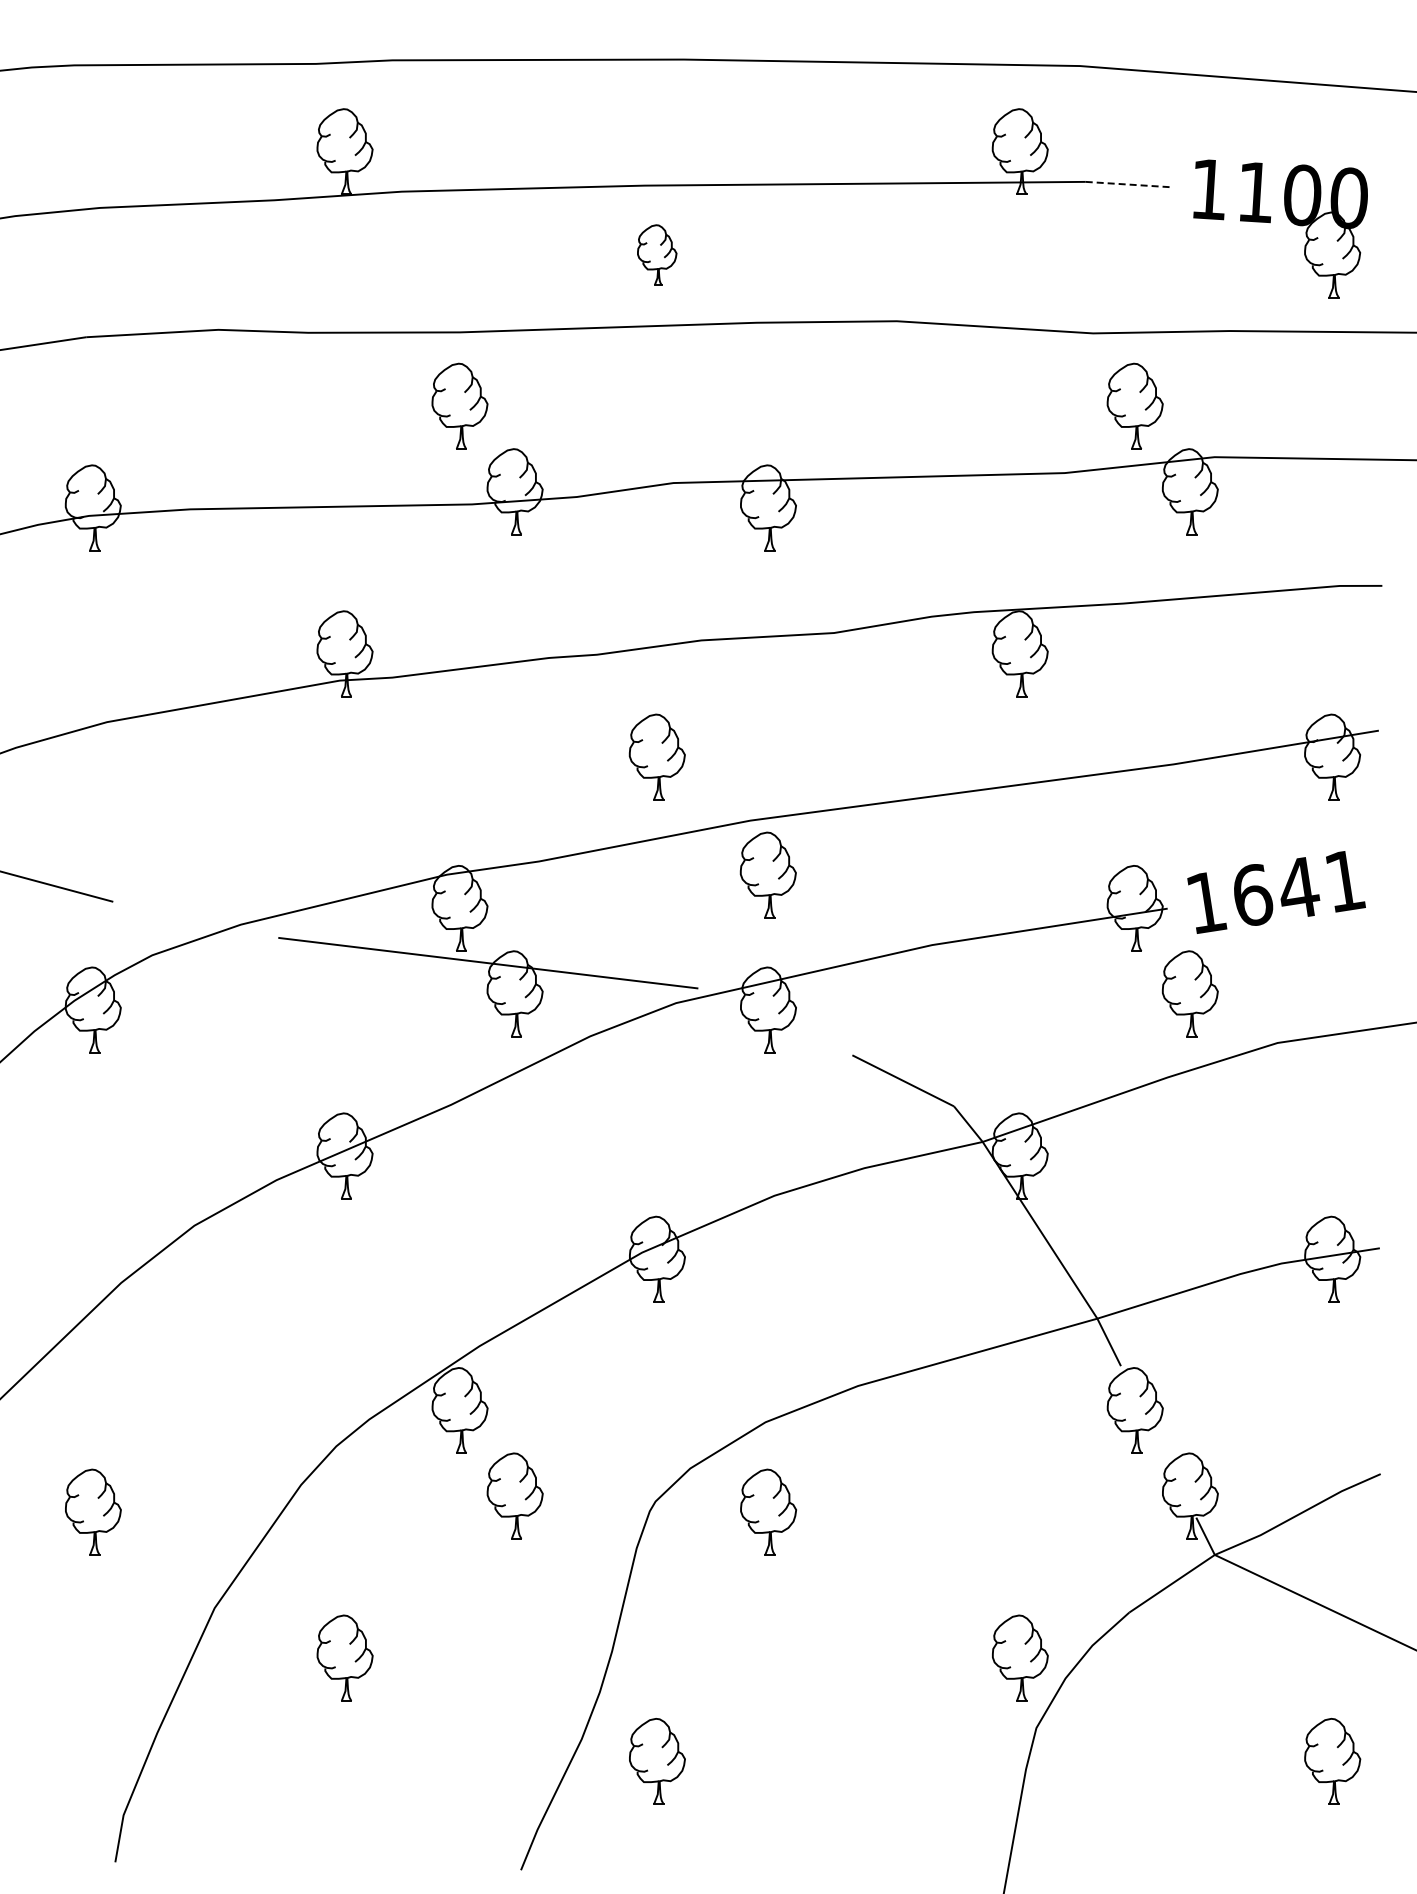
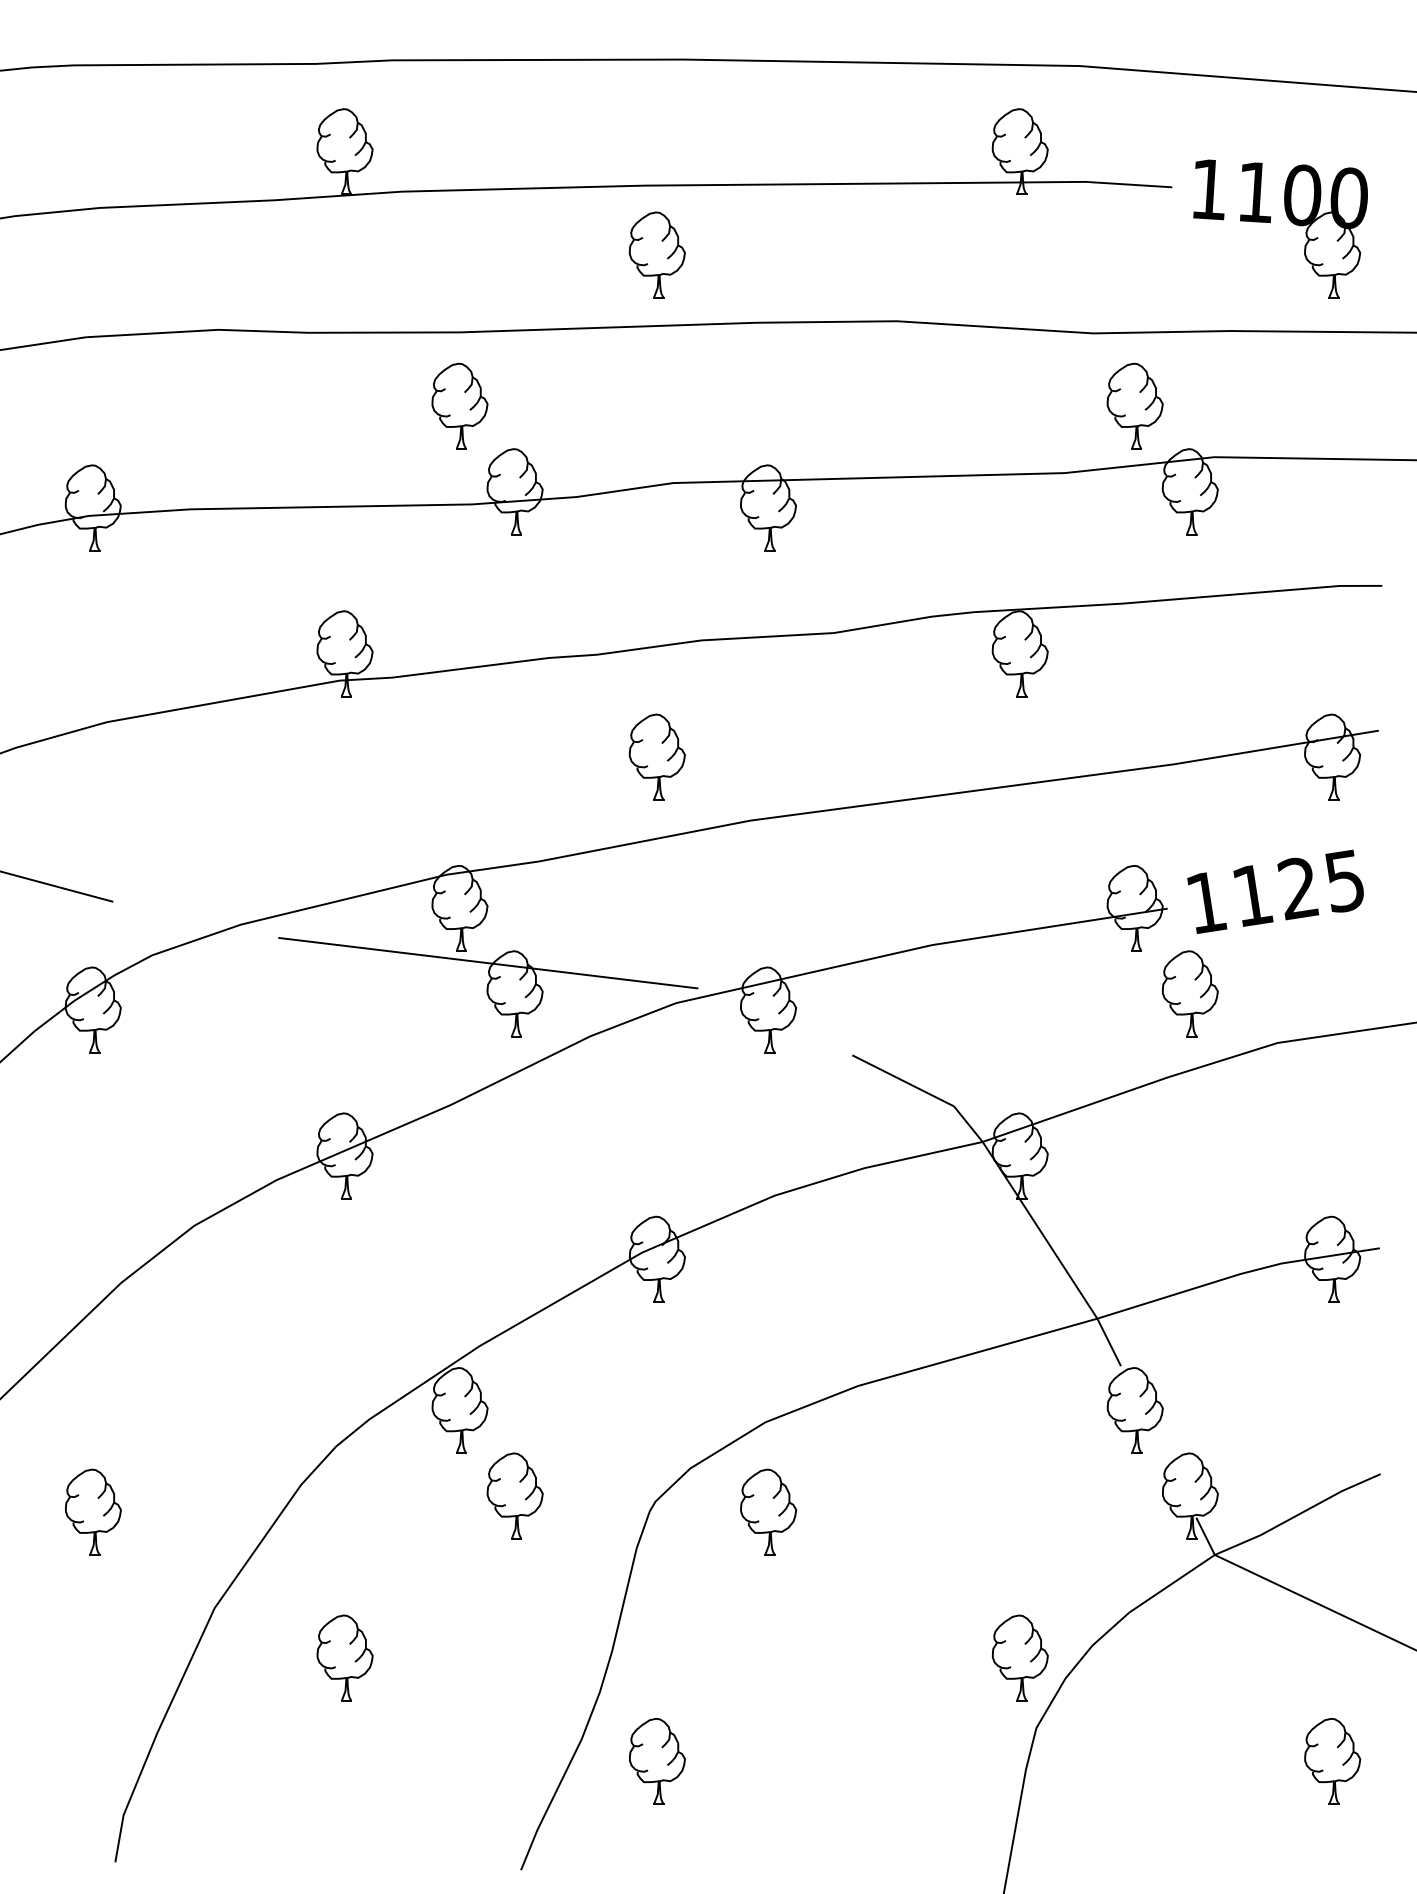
line at (1128, 184): dashed -> solid
part at (657, 254) size: 41x62 px -> 58x88 px
part at (767, 874): present -> none
text at (1299, 887): 1641 -> 1125
